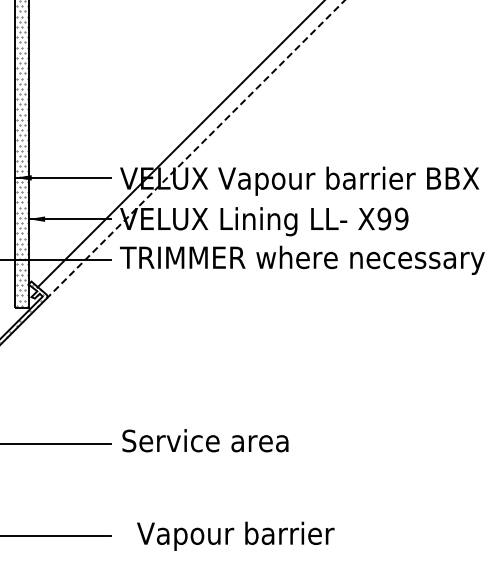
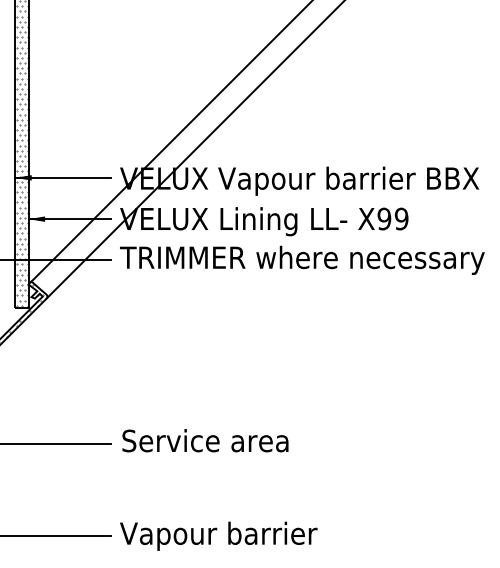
line at (180, 144) position: (180, 144) -> (170, 141)
line at (195, 149): dashed -> solid
text at (235, 535) position: (235, 535) -> (218, 535)
